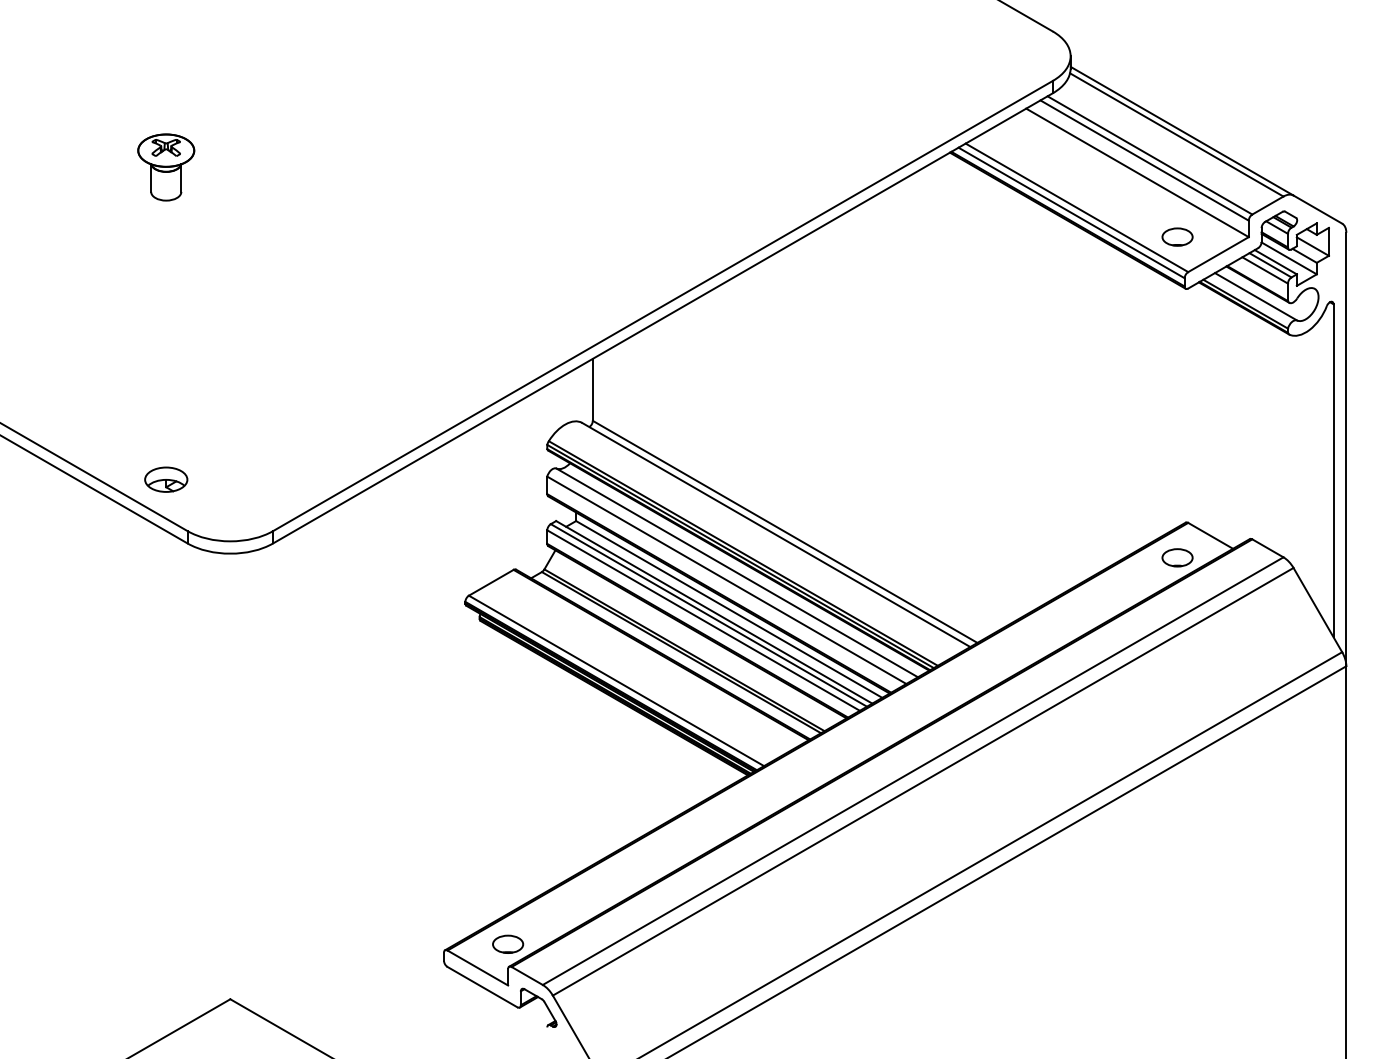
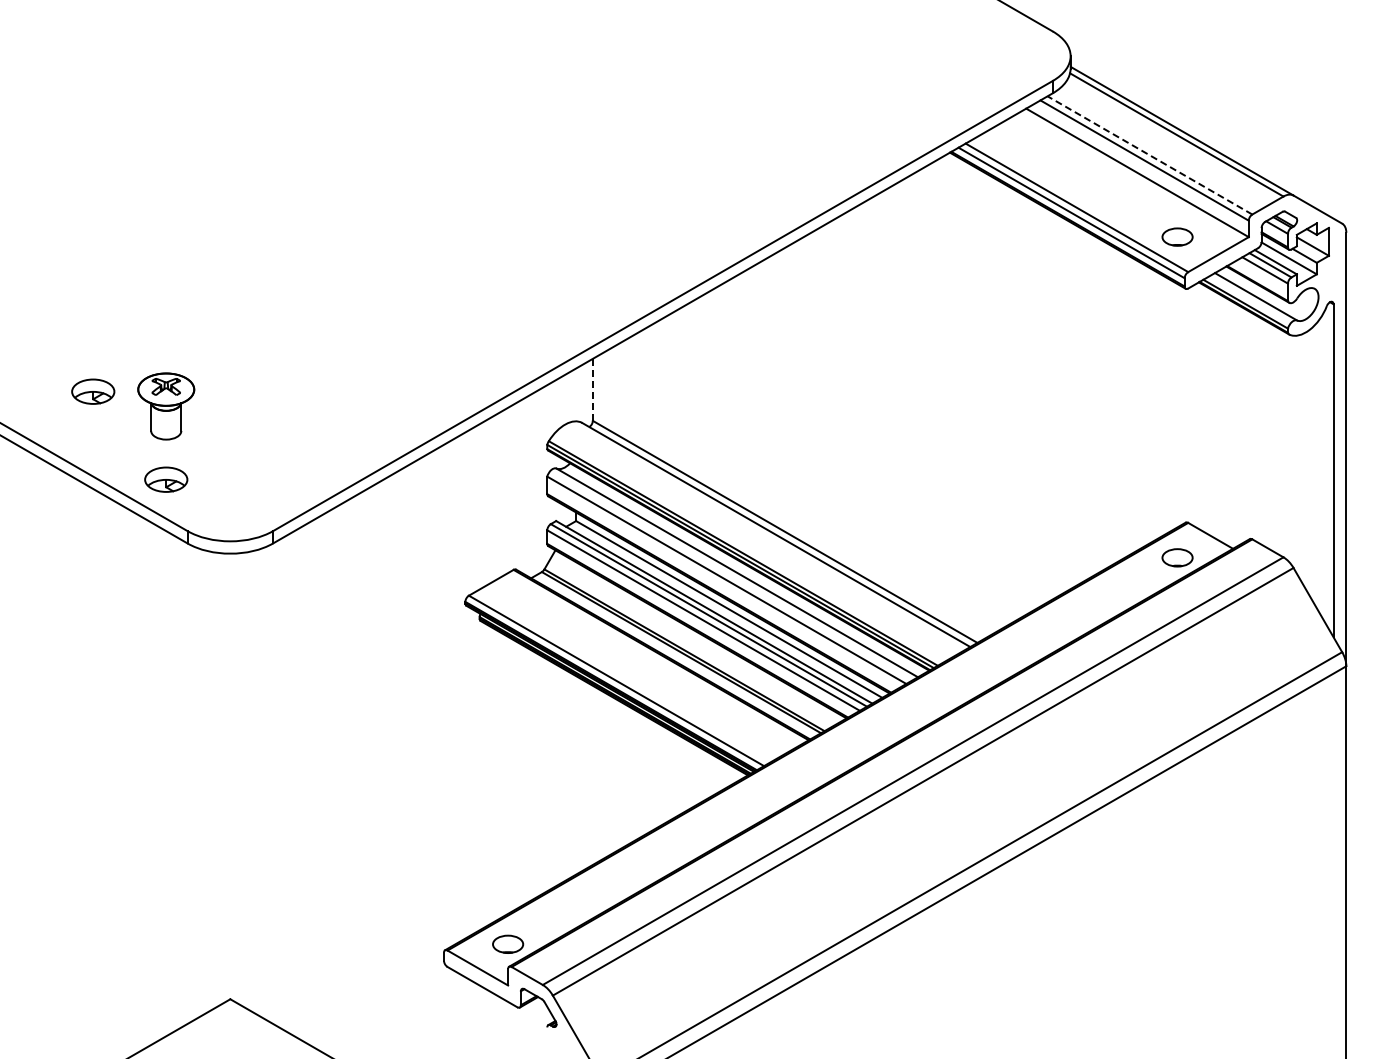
line at (1149, 155): solid -> dashed
part at (166, 167) position: (166, 167) -> (166, 406)
line at (592, 390): solid -> dashed
part at (93, 391): none -> present
